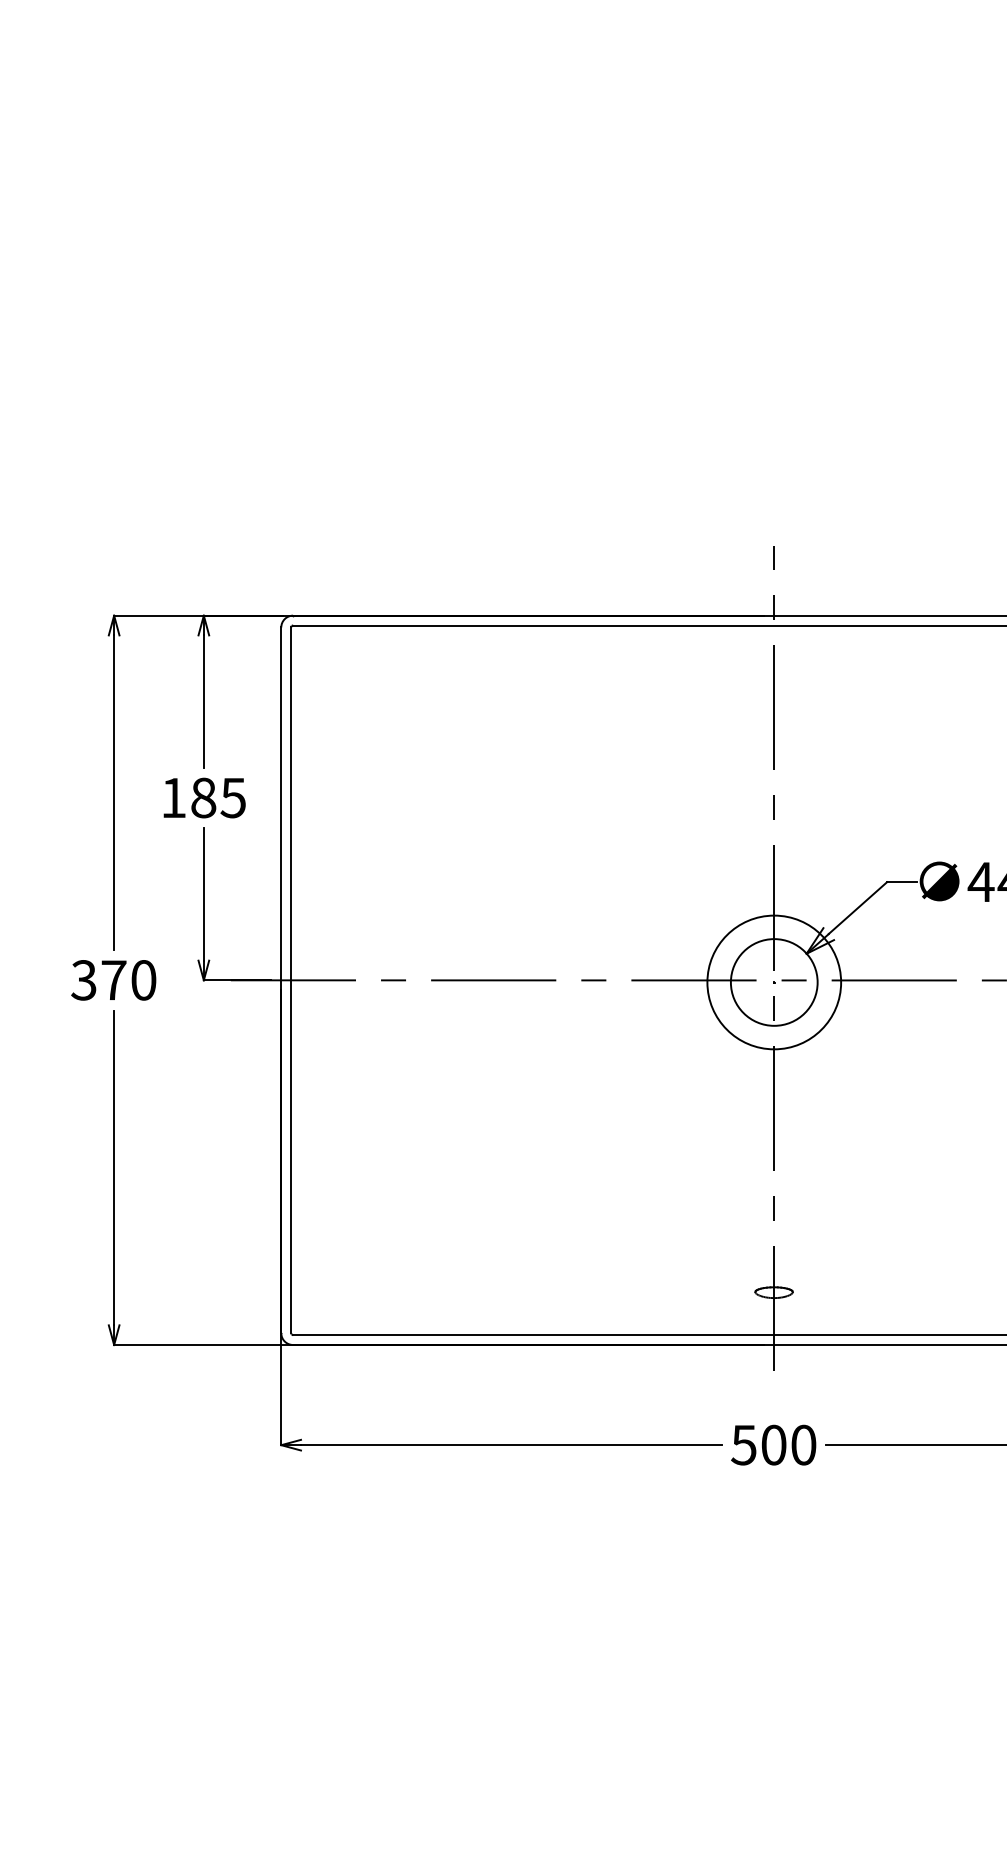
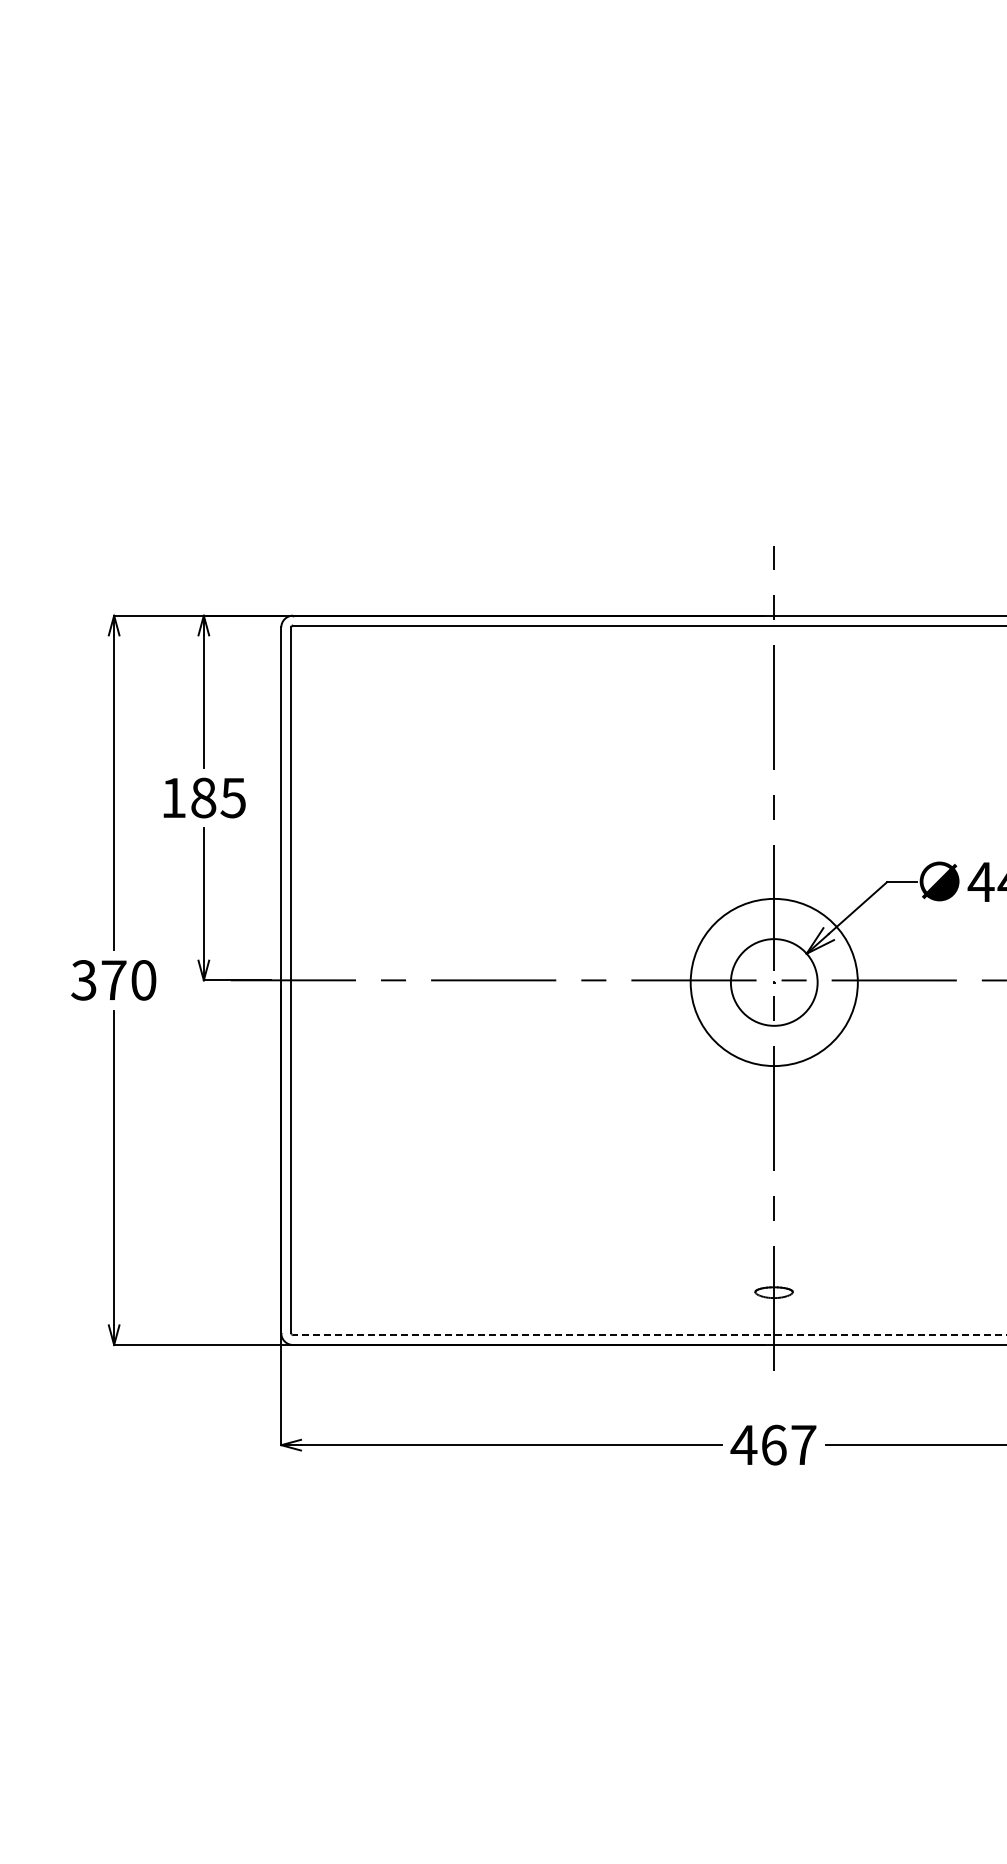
circle at (774, 982) diameter: 134 px -> 167 px
line at (649, 1335): solid -> dashed
text at (773, 1444): 500 -> 467
